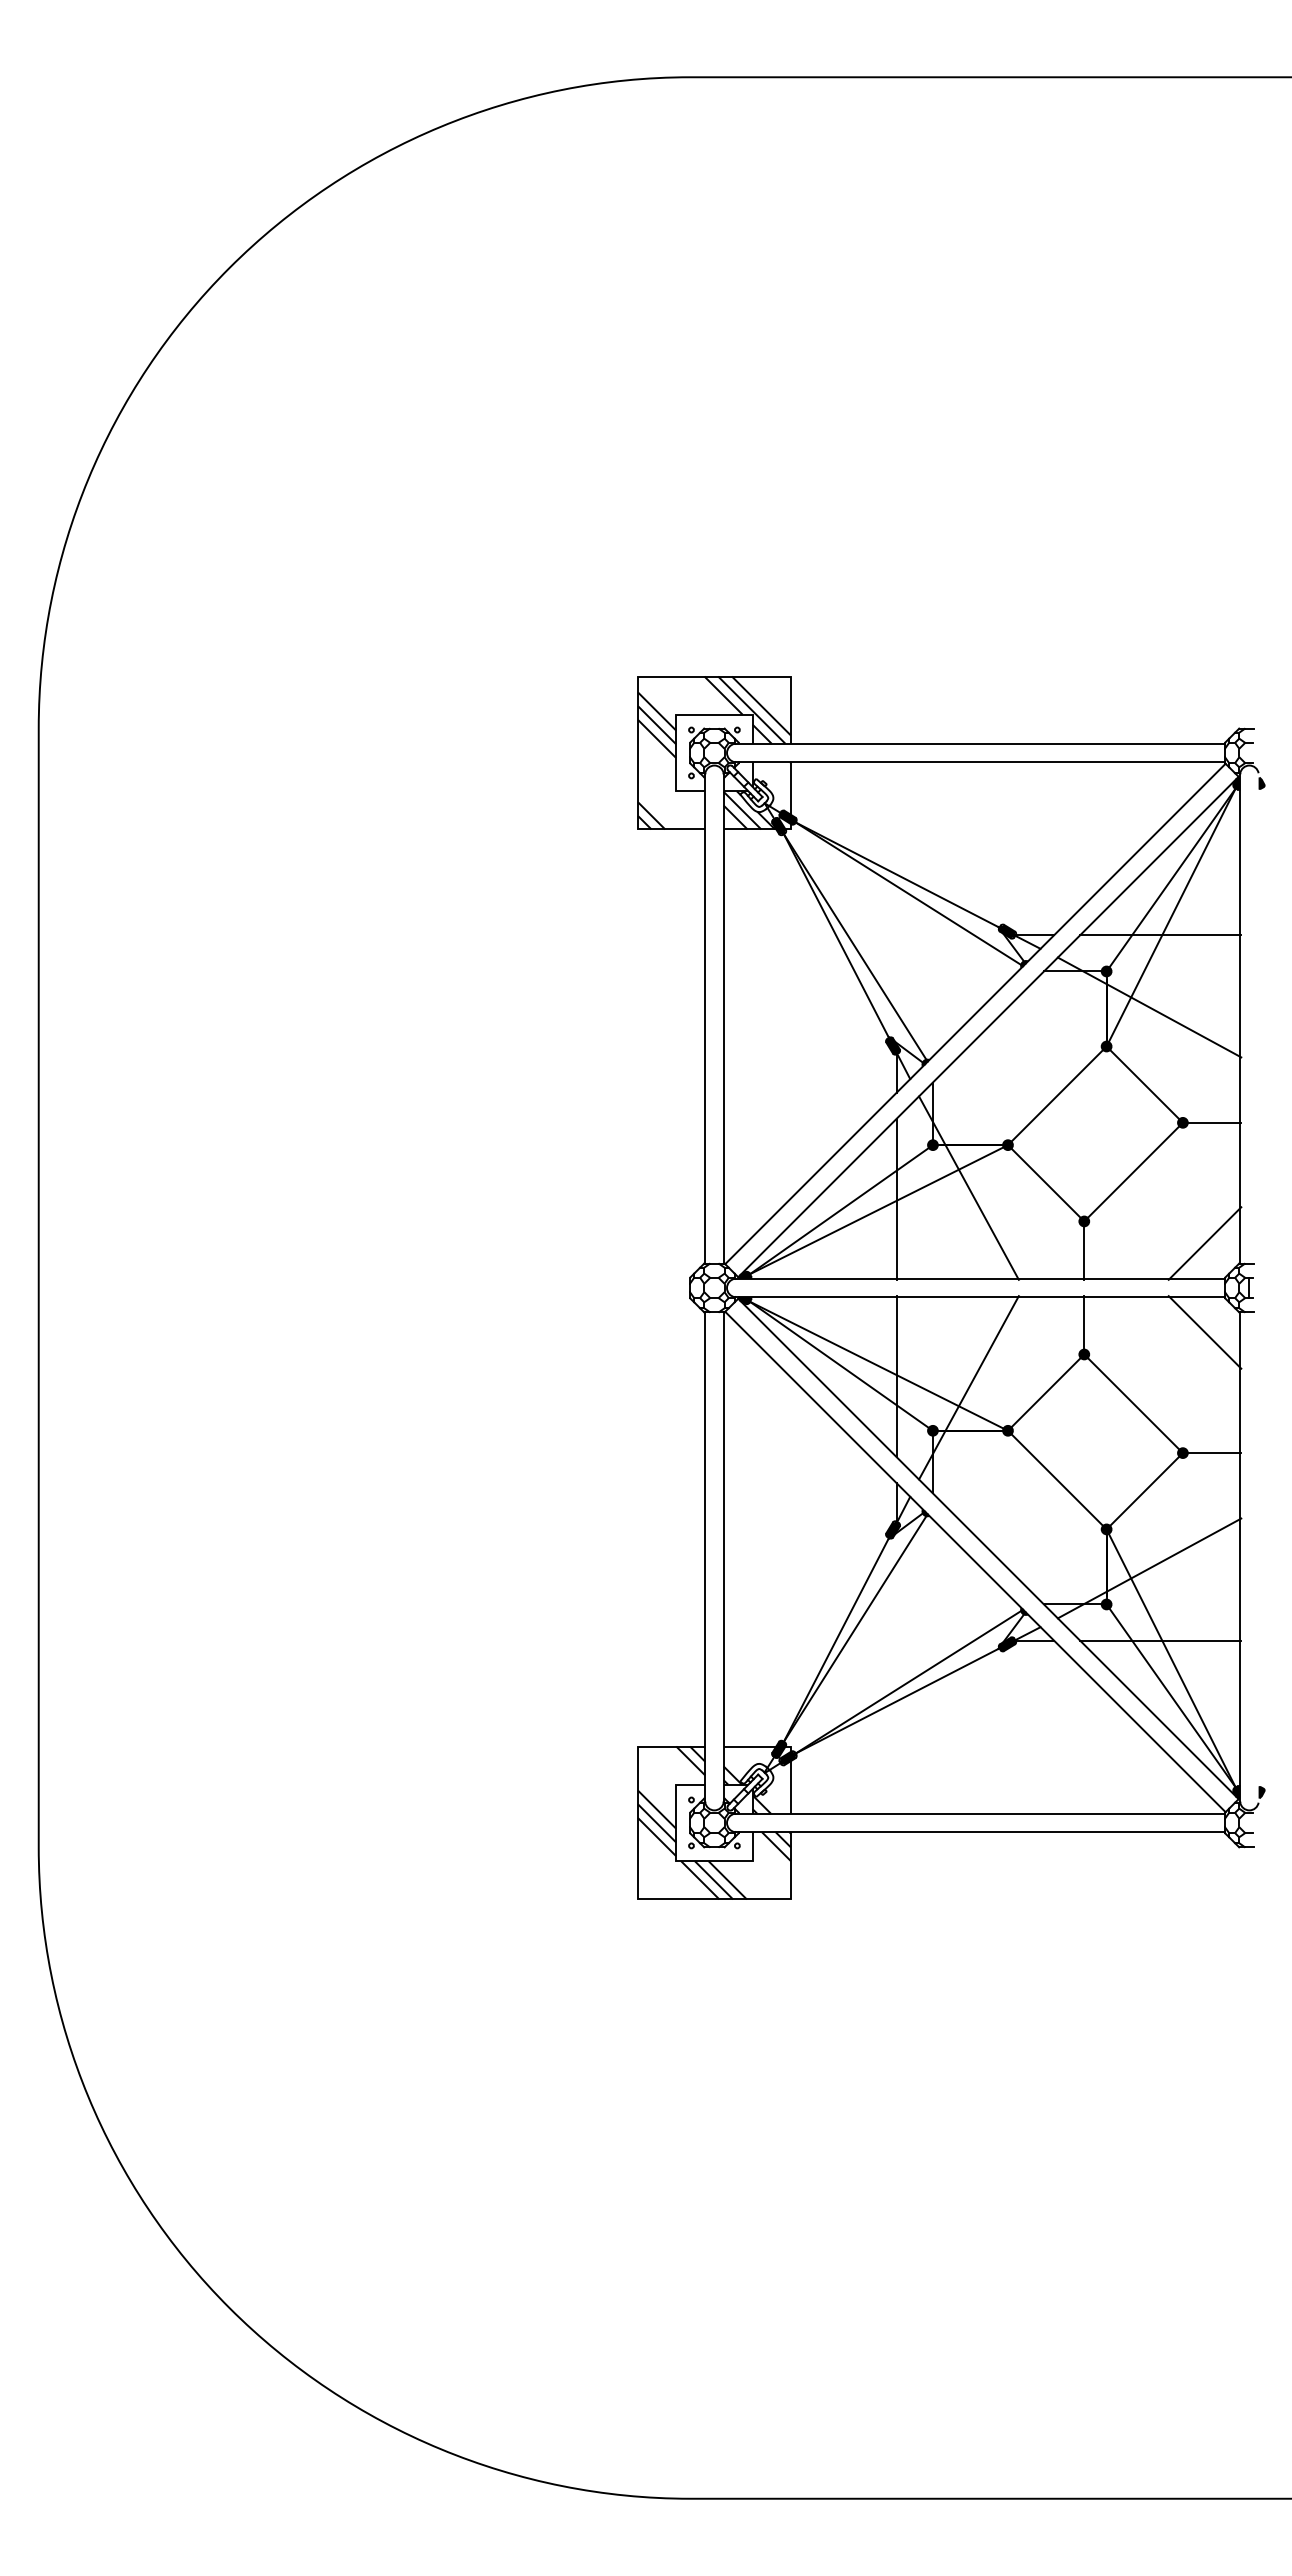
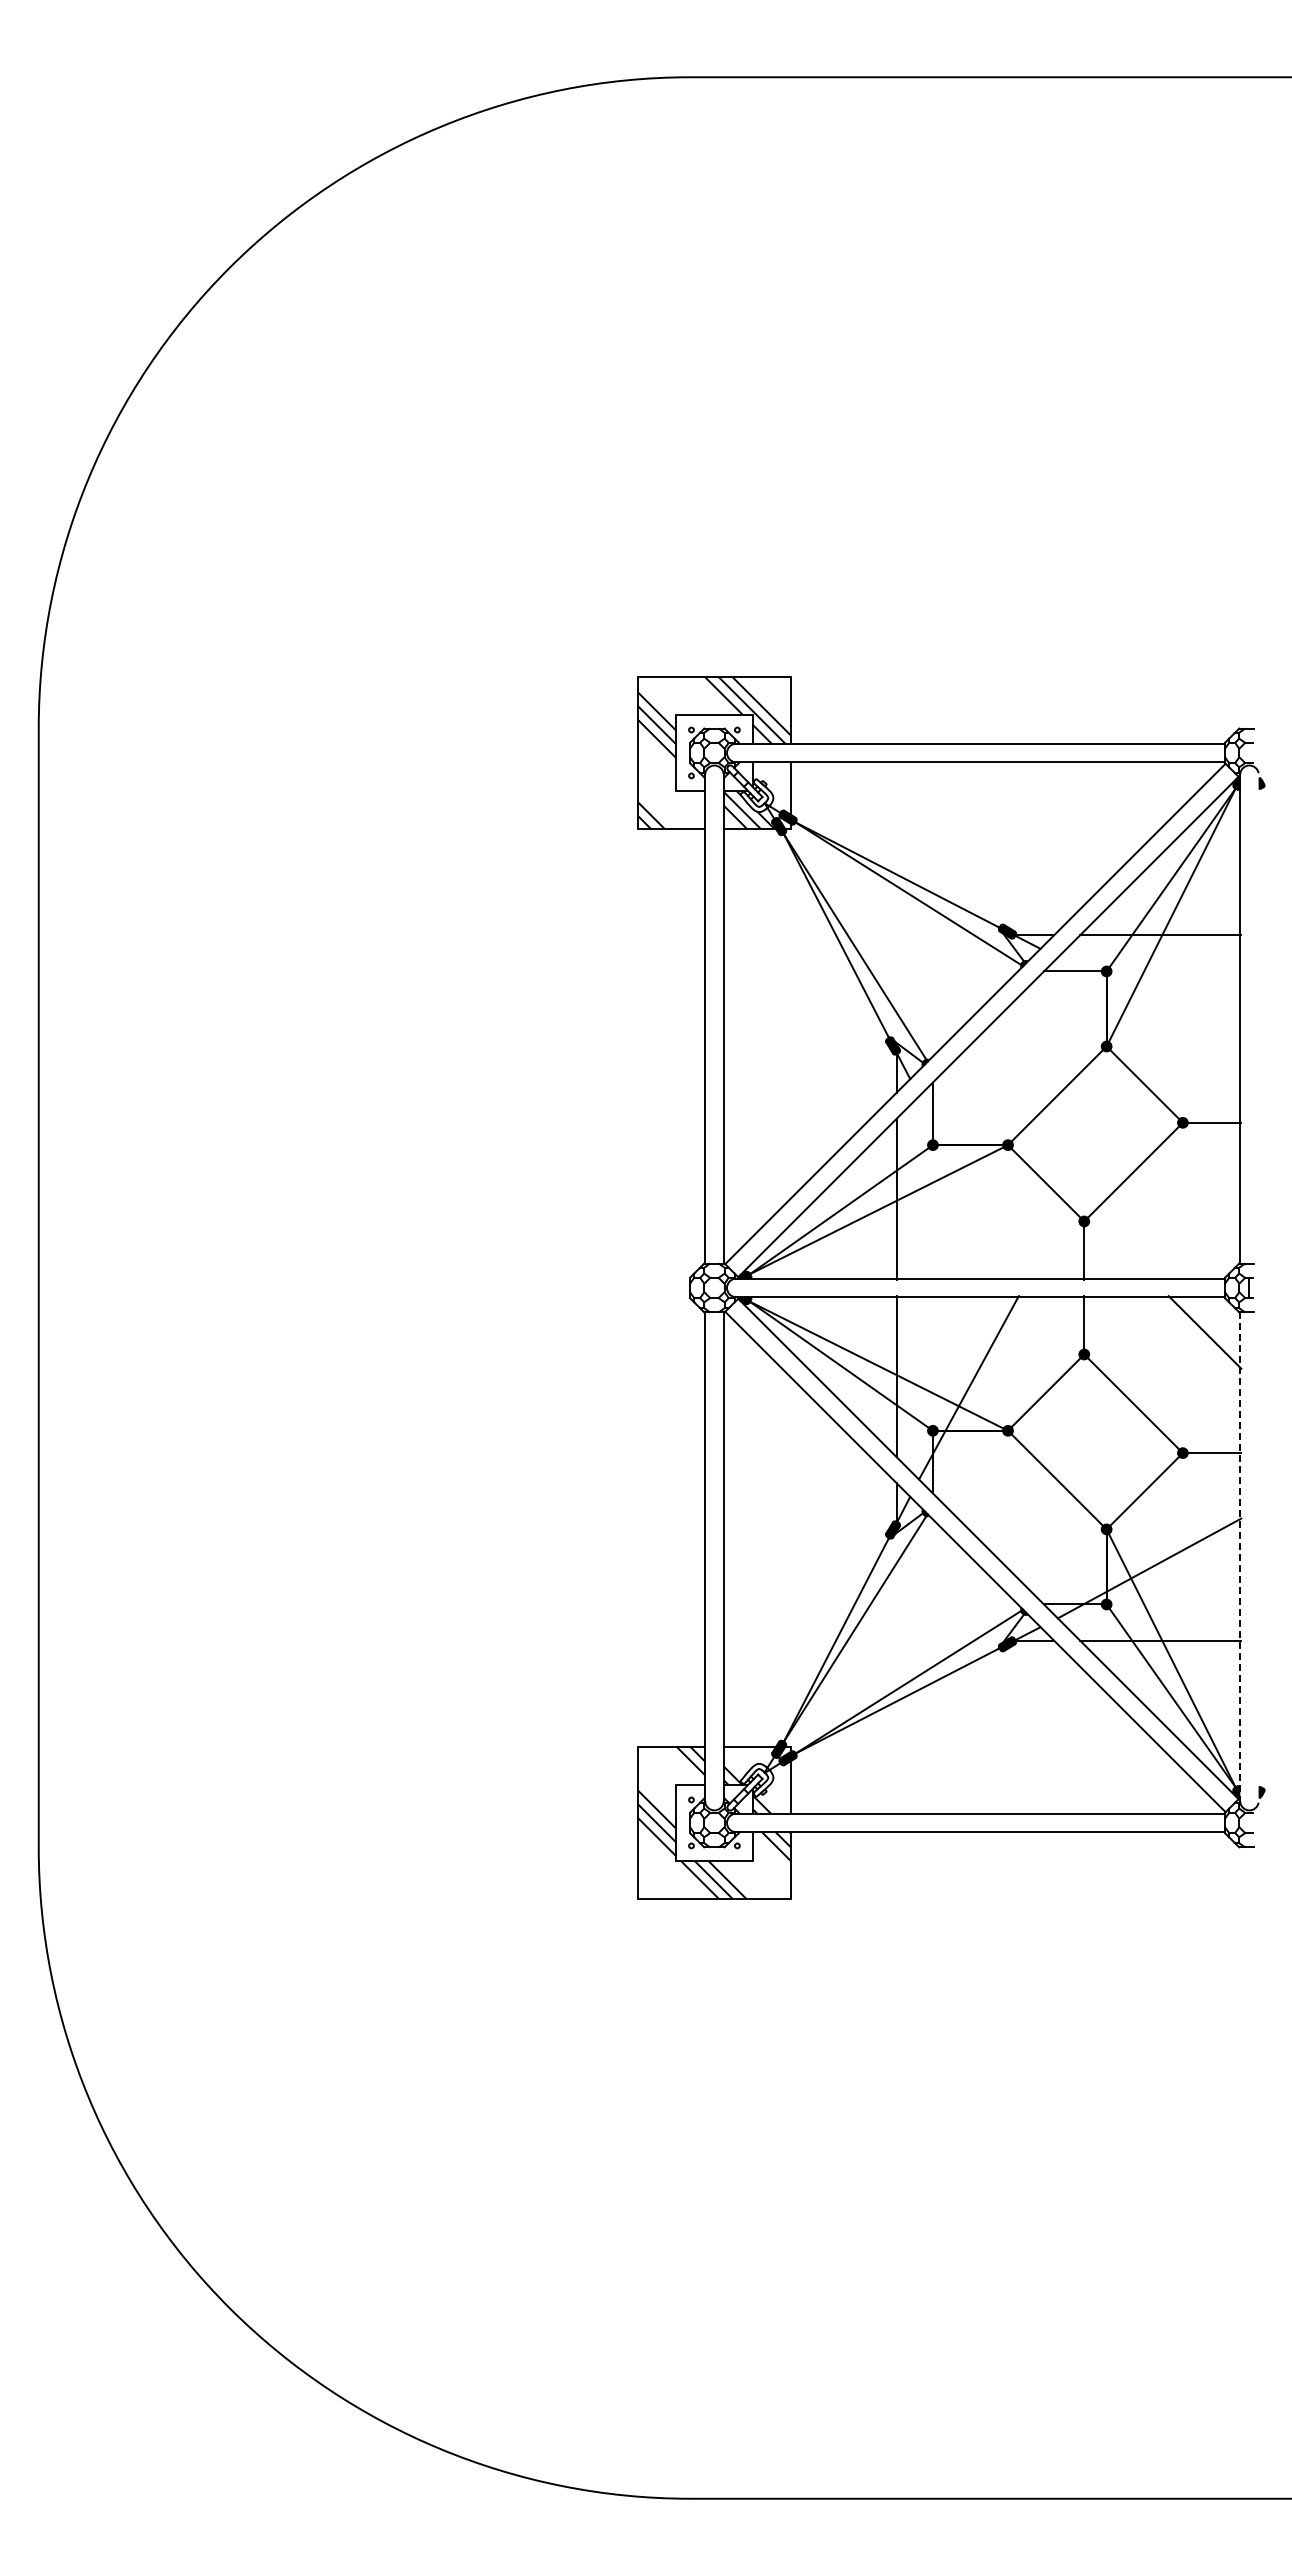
line at (1149, 1007): present -> none
line at (968, 1187): present -> none
line at (1204, 1243): present -> none
line at (1240, 1557): solid -> dashed
